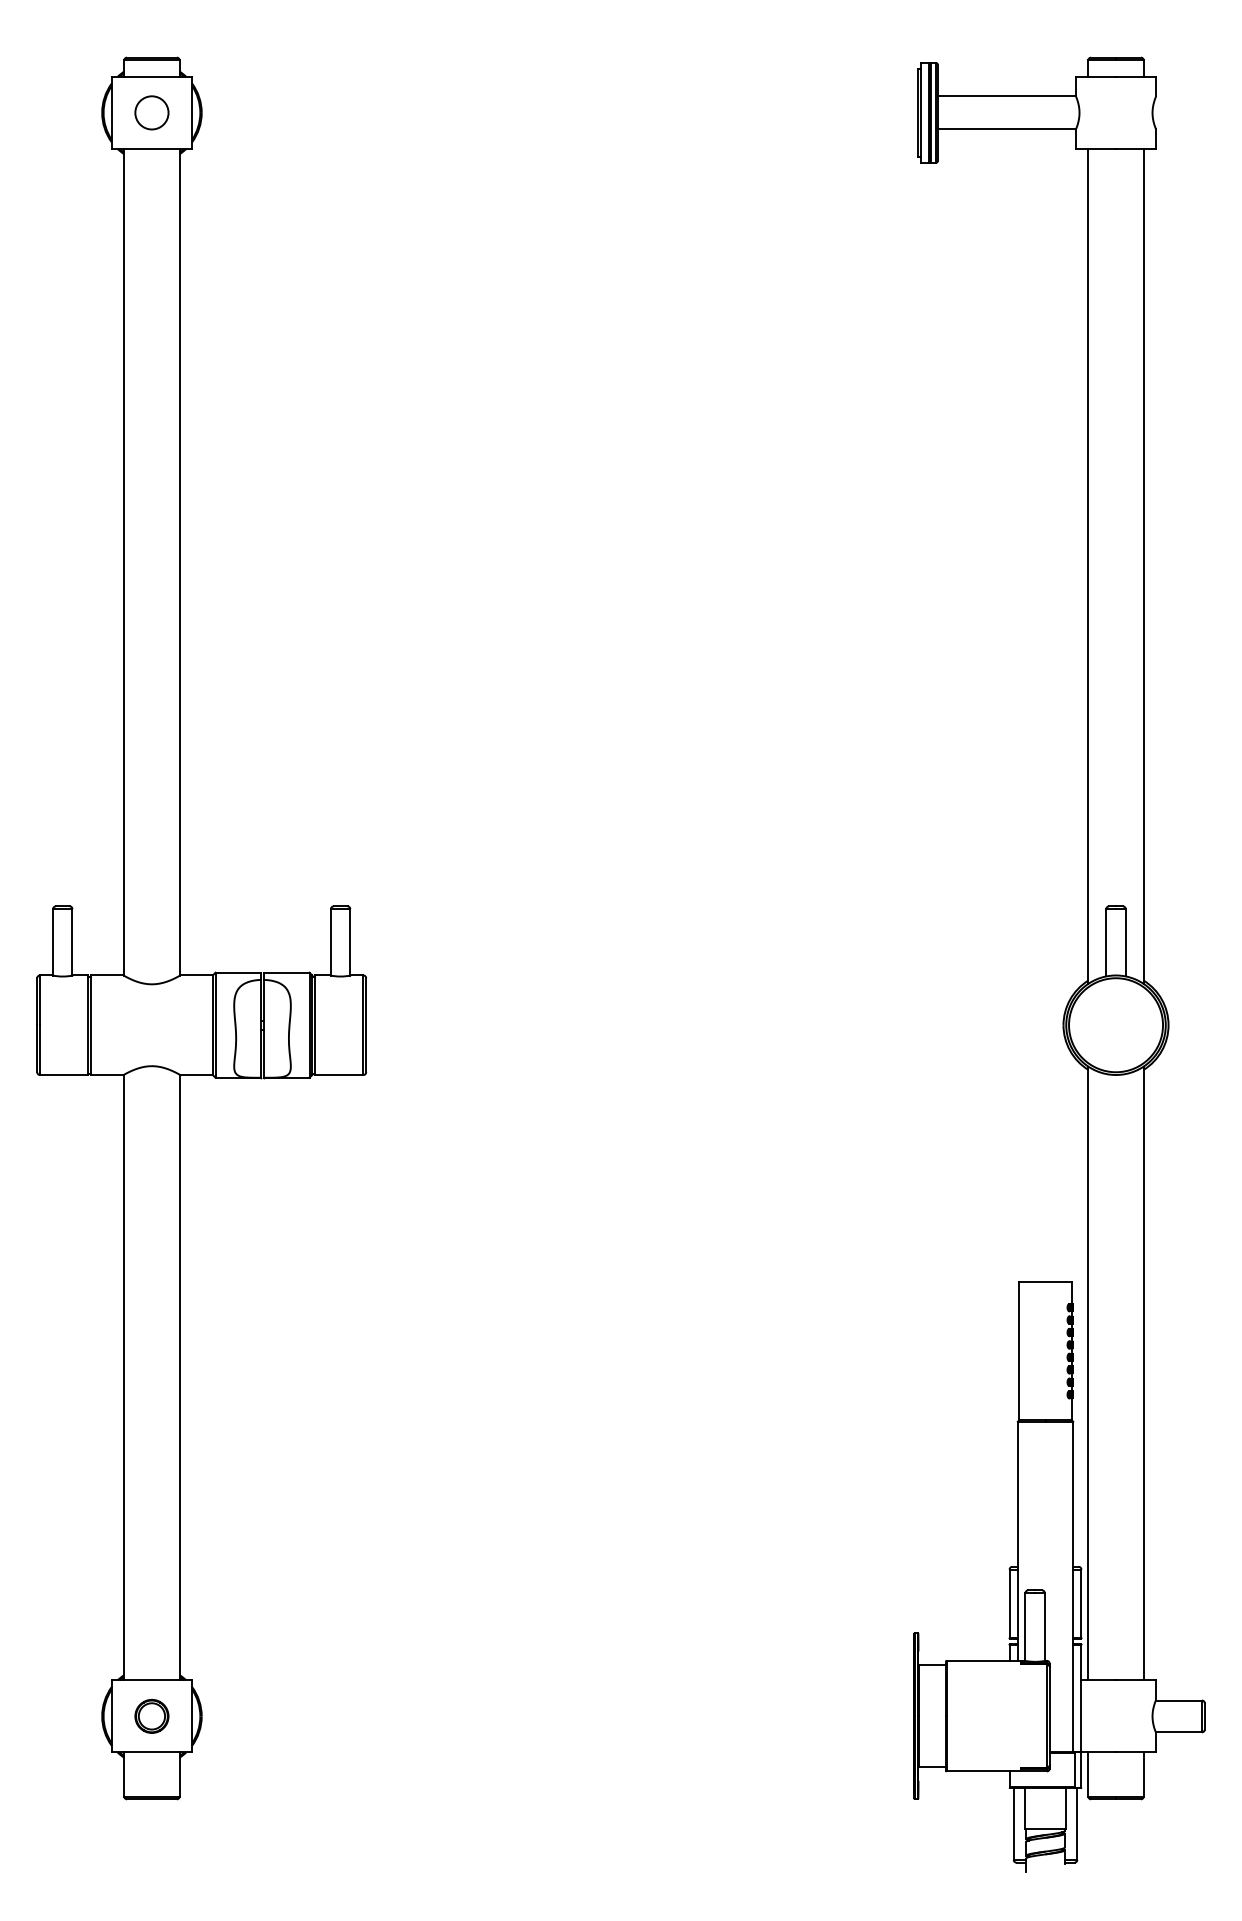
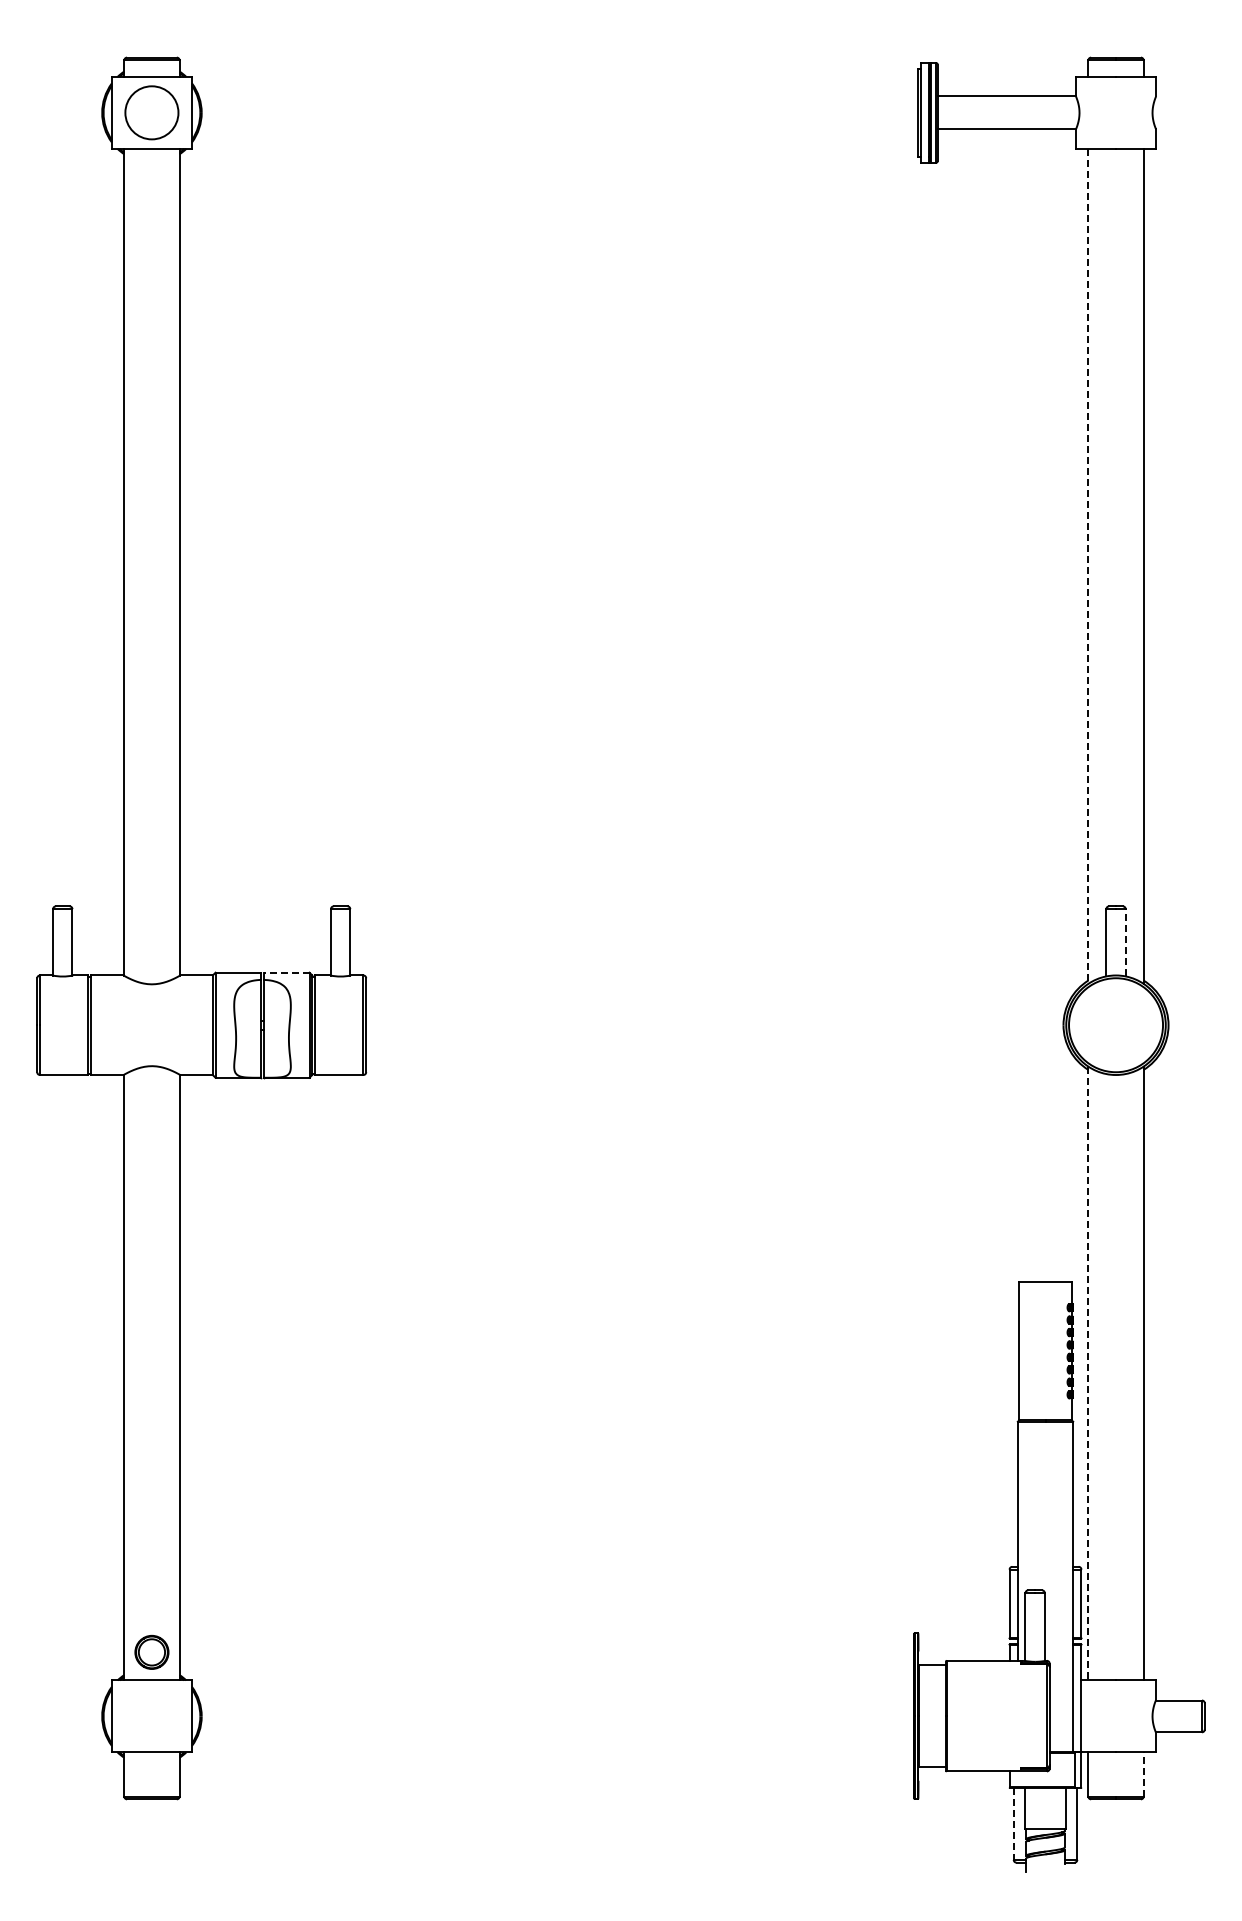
circle at (151, 112) size: 36x36 px -> 56x56 px
line at (1088, 566): solid -> dashed
line at (1125, 942): solid -> dashed
line at (286, 972): solid -> dashed
line at (1088, 1373): solid -> dashed
part at (151, 1715) position: (151, 1715) -> (151, 1651)
line at (1143, 1773): solid -> dashed
line at (1013, 1823): solid -> dashed
